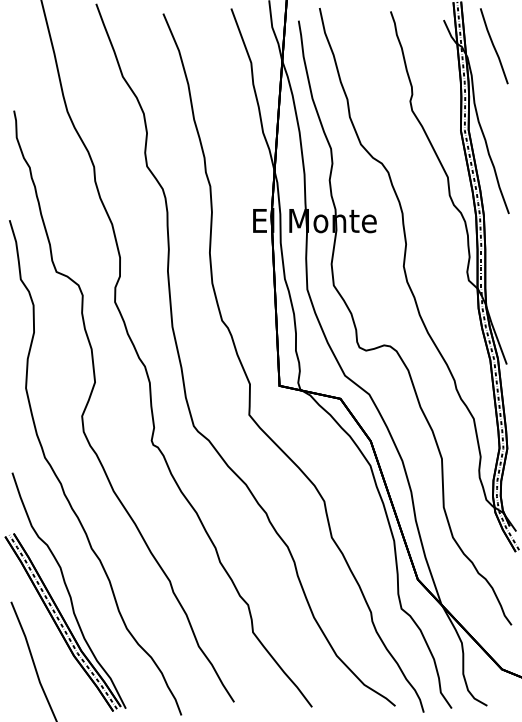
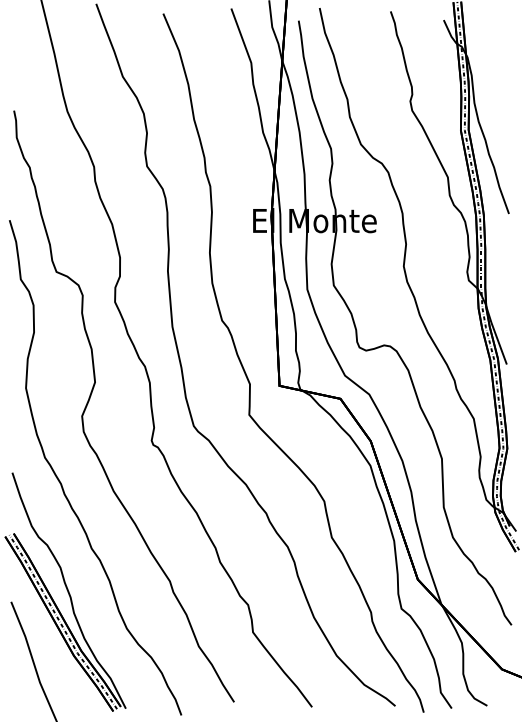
line at (494, 46): present -> none
